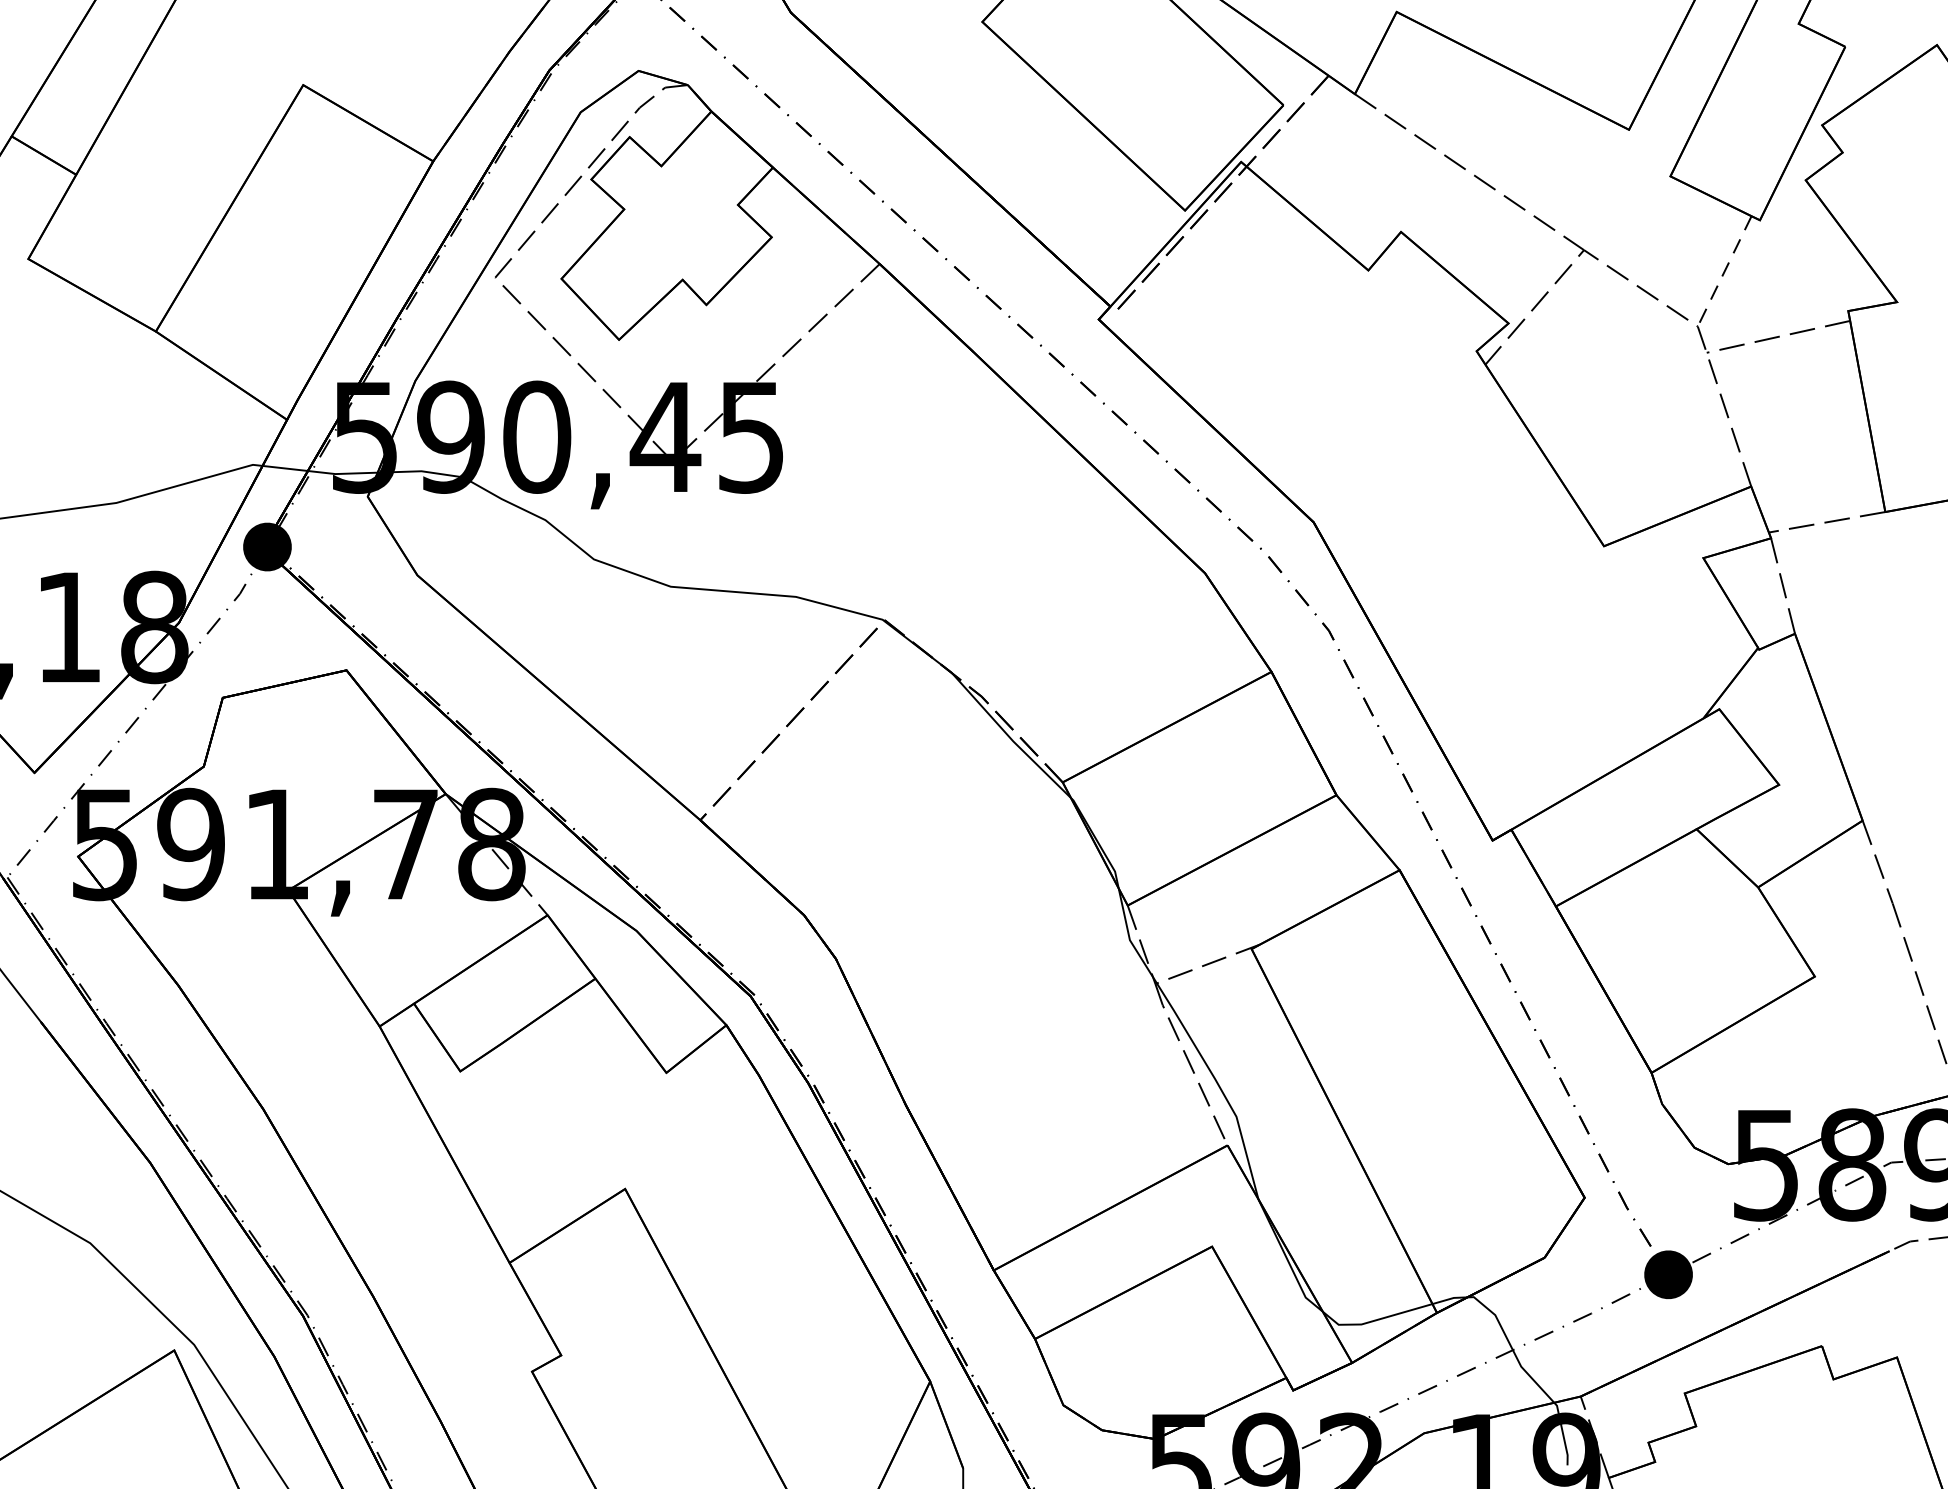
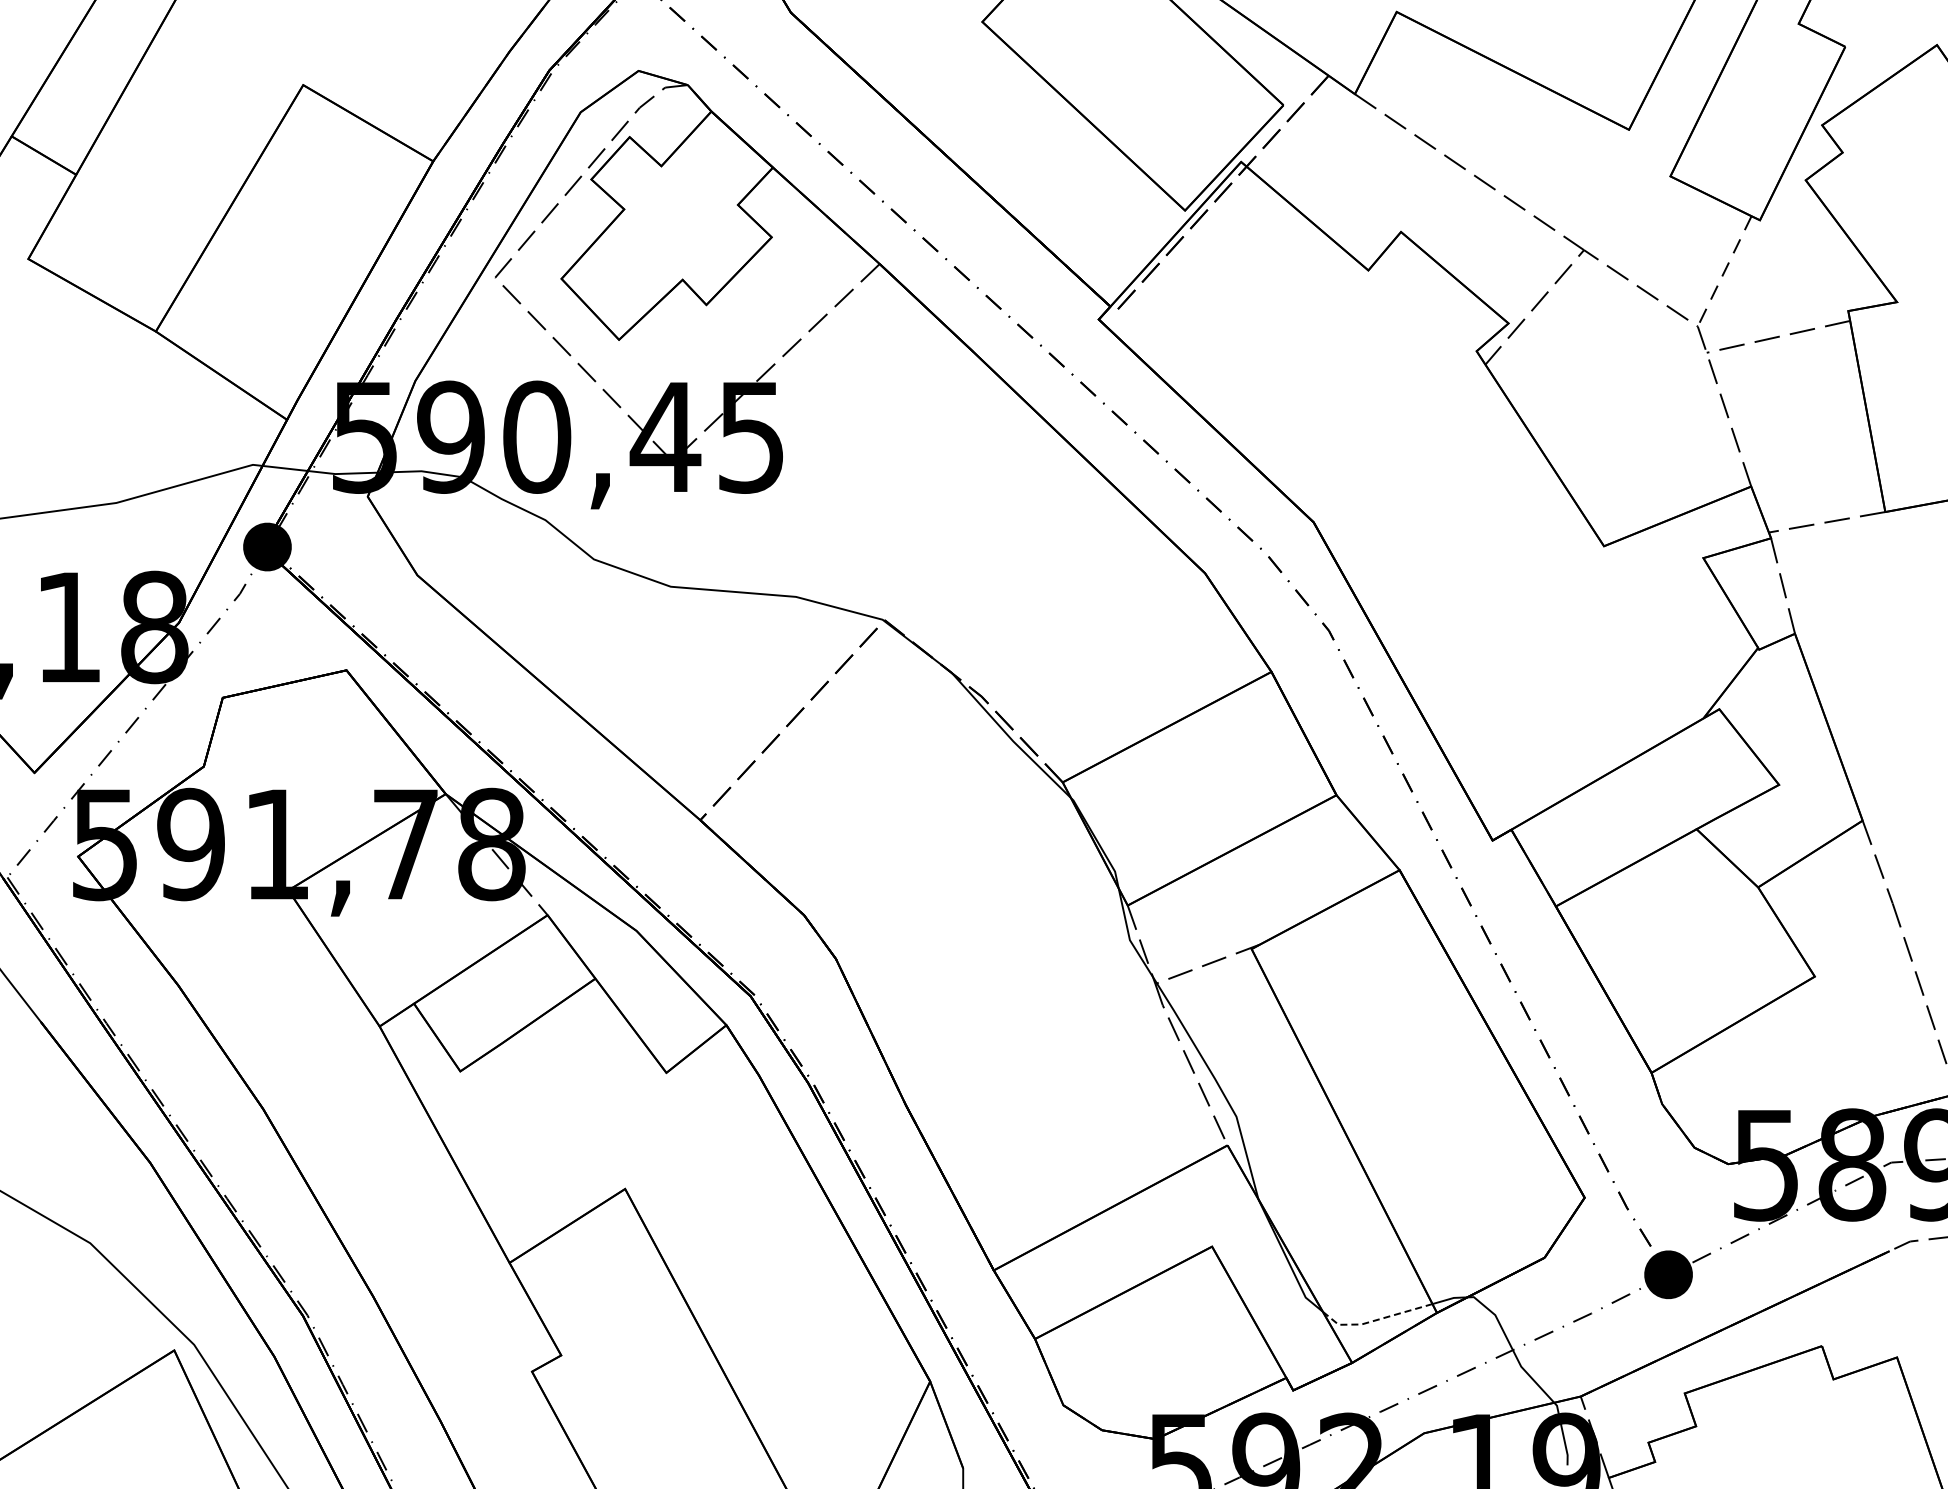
line at (1374, 1320): solid -> dashed
